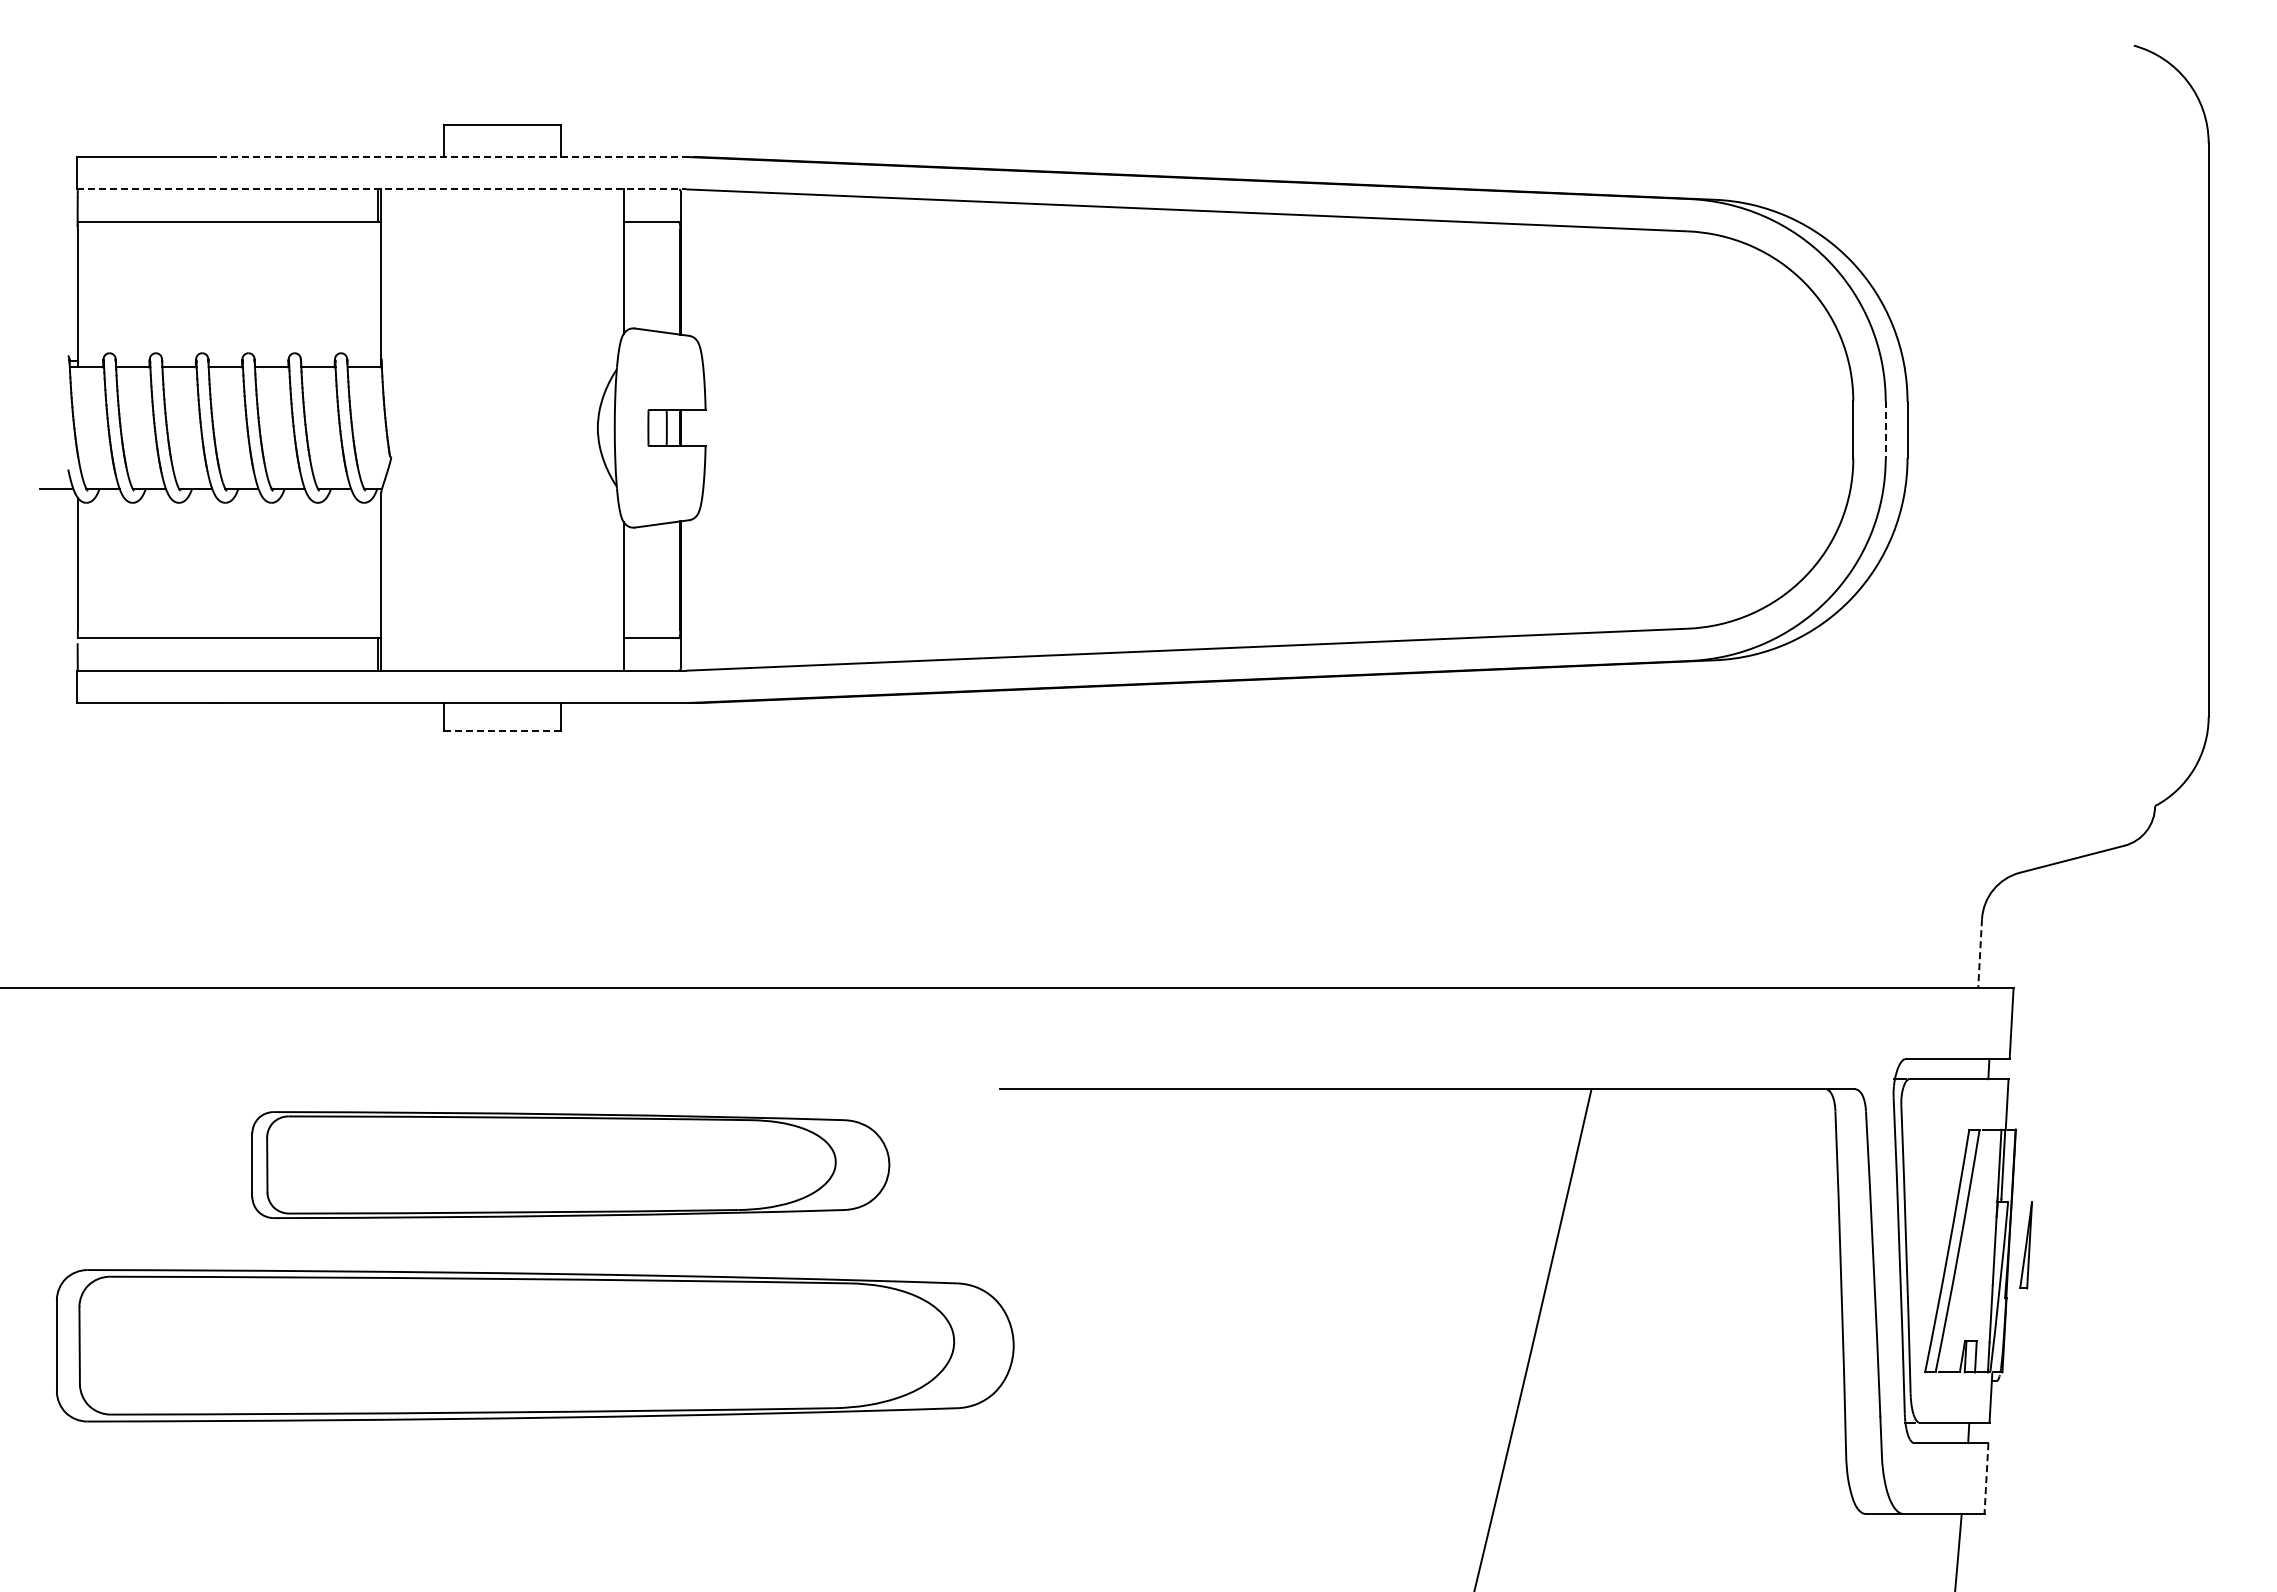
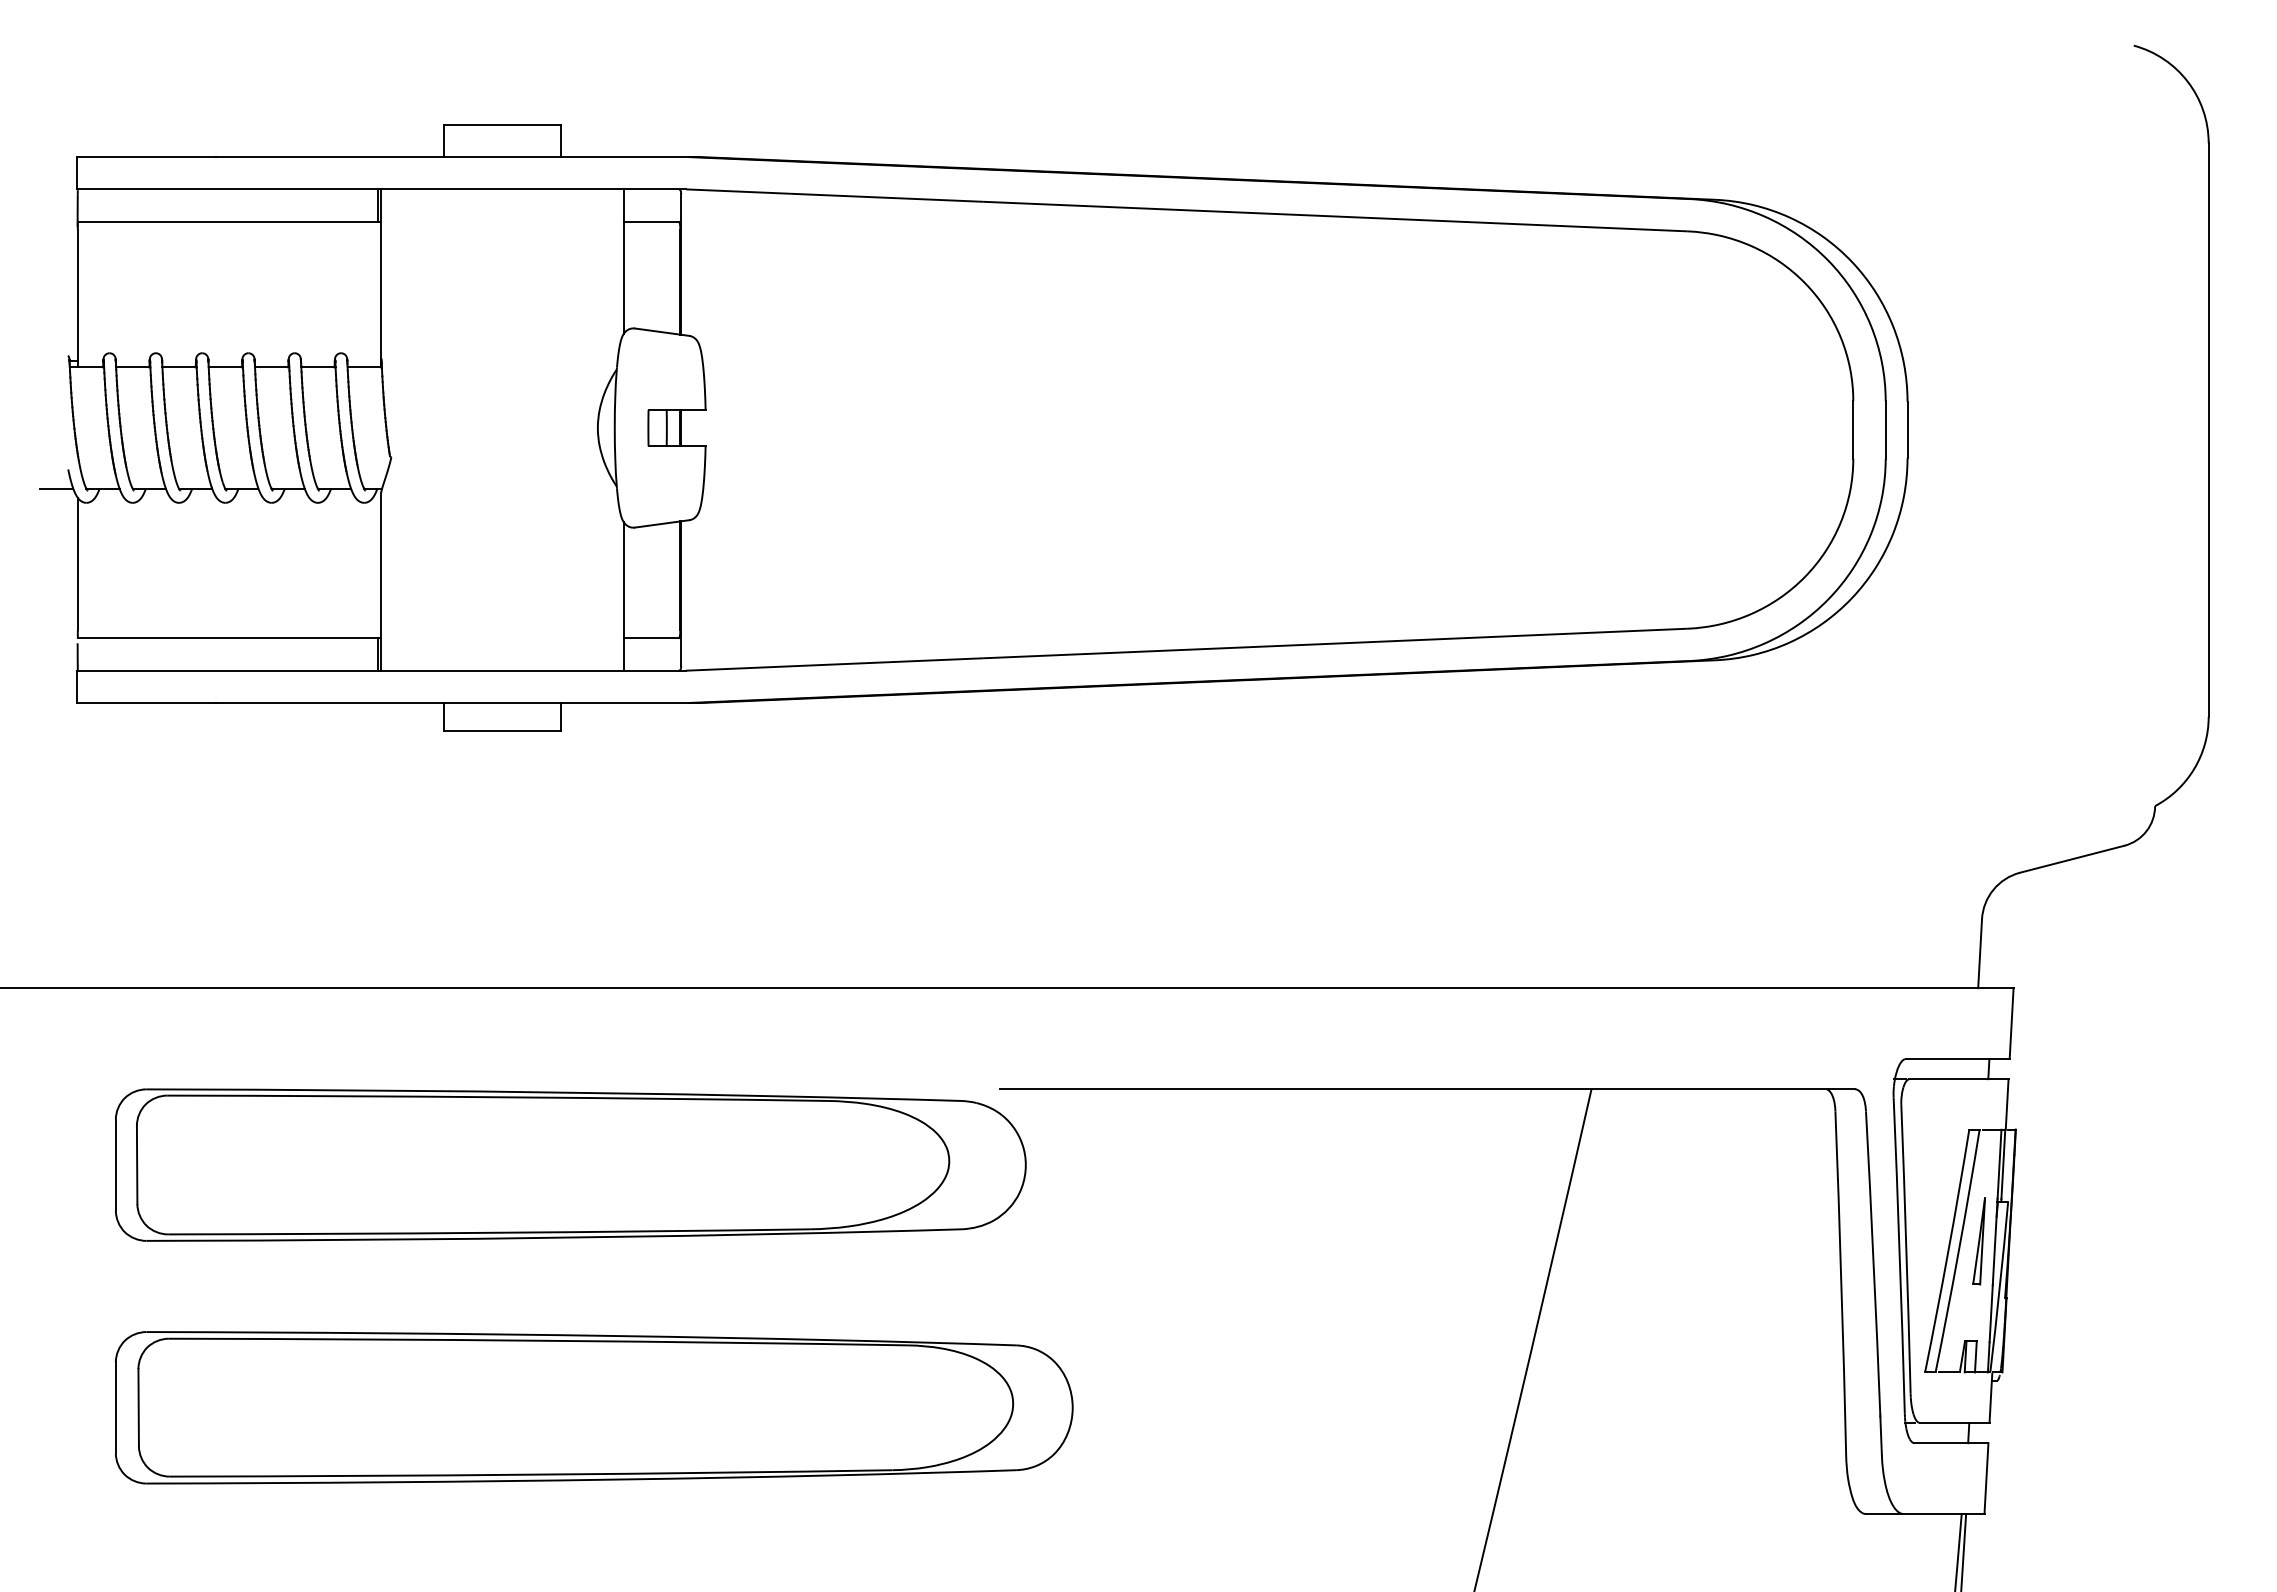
line at (457, 157): dashed -> solid
line at (381, 189): dashed -> solid
line at (1885, 430): dashed -> solid
line at (502, 731): dashed -> solid
line at (1980, 953): dashed -> solid
part at (570, 1164) size: 640x108 px -> 912x154 px
part at (2025, 1245) position: (2025, 1245) -> (1978, 1241)
part at (535, 1345) position: (535, 1345) -> (594, 1407)
line at (1986, 1479): dashed -> solid
line at (1963, 1550): none -> present
